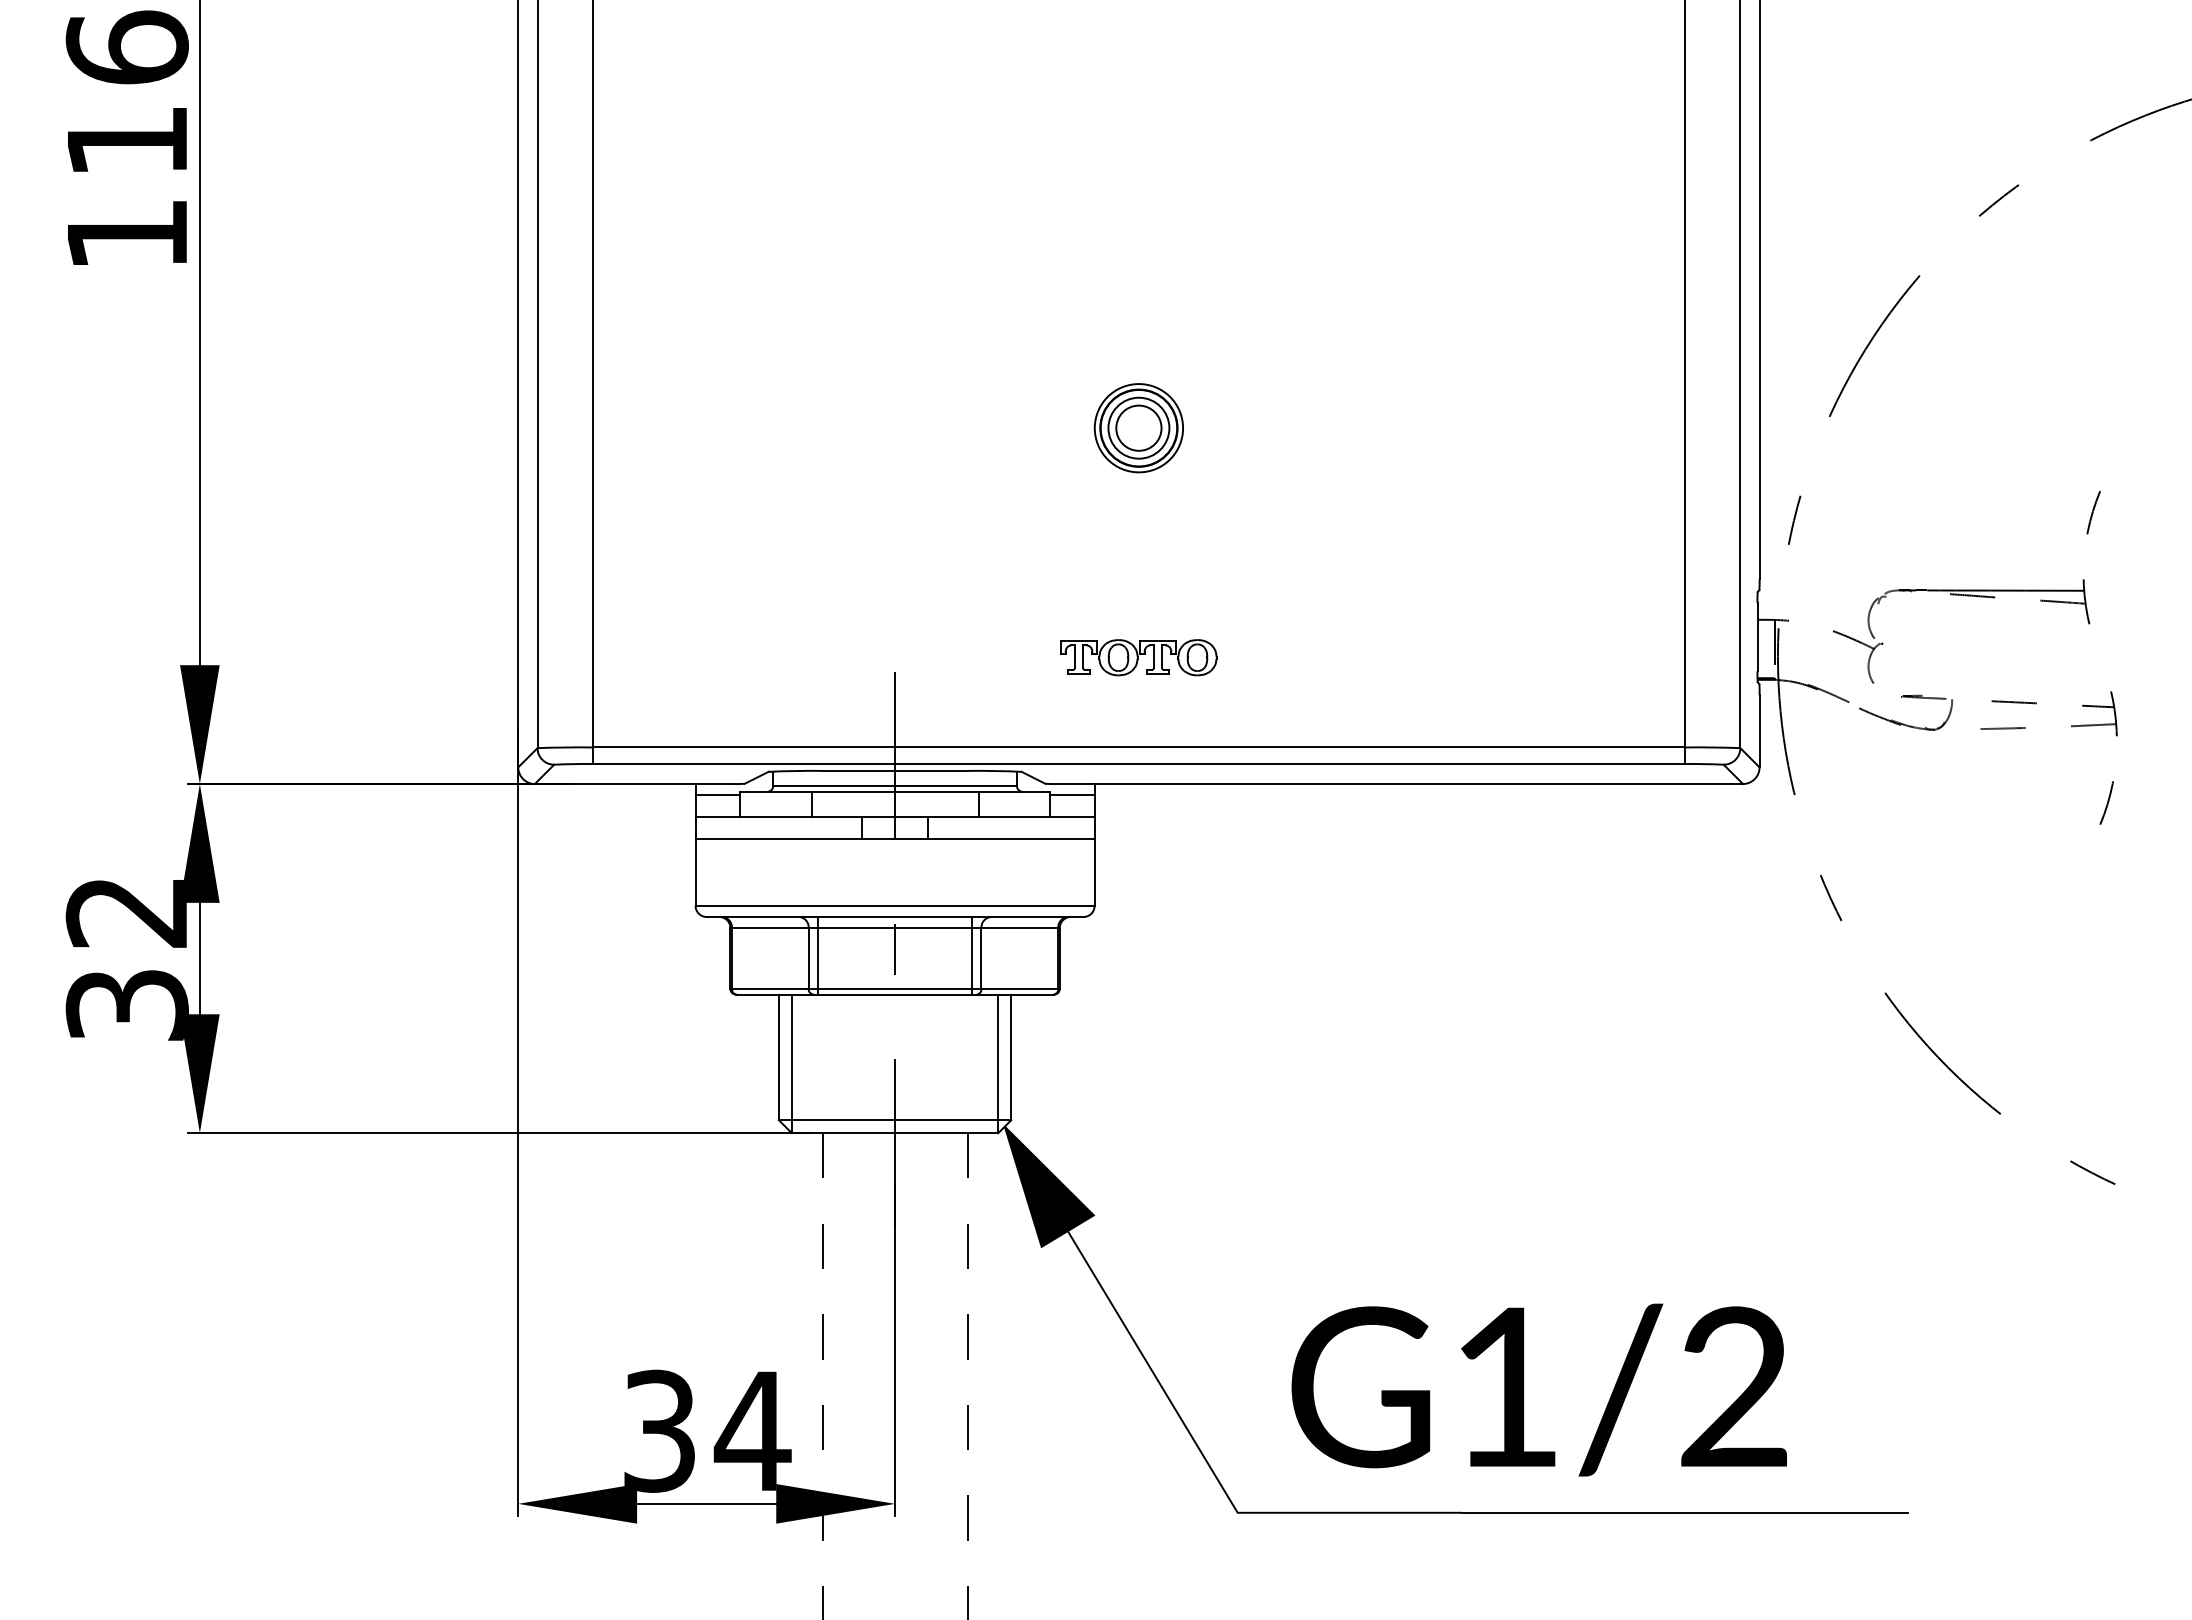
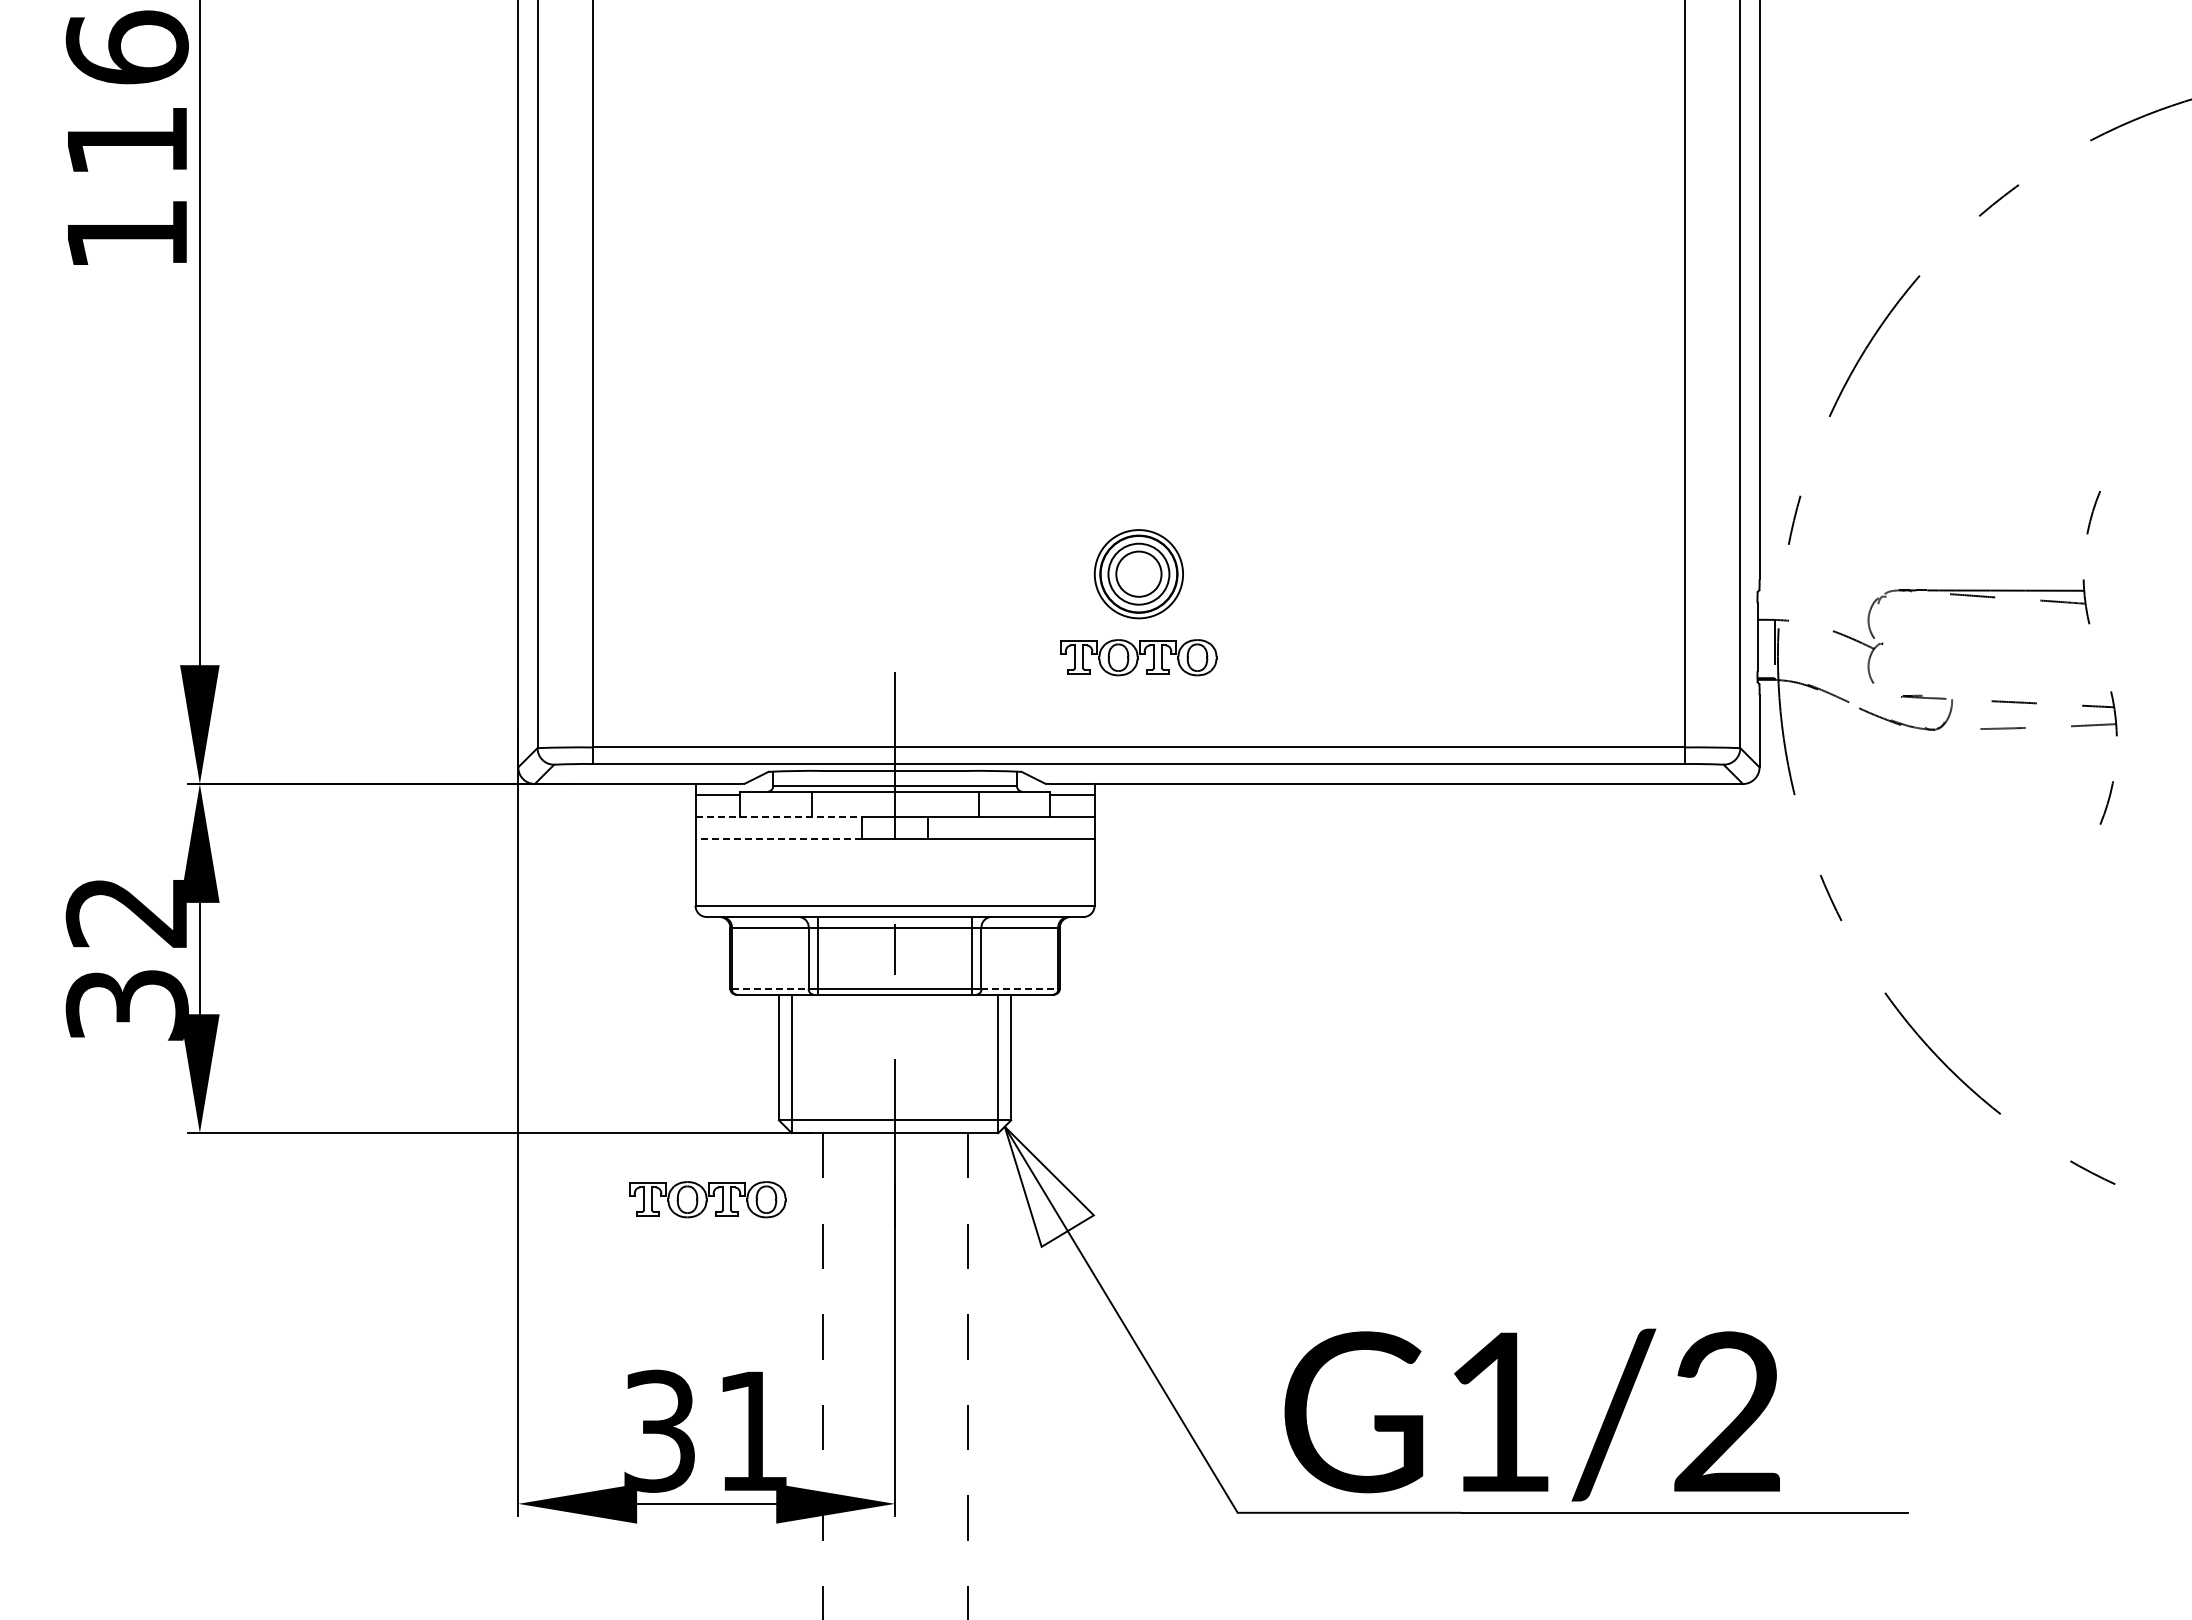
part at (1138, 428) position: (1138, 428) -> (1138, 574)
line at (779, 817): solid -> dashed
line at (778, 839): solid -> dashed
line at (770, 989): solid -> dashed
line at (1020, 989): solid -> dashed
fill at (1048, 1186): present -> none
part at (707, 1199): none -> present
text at (1538, 1389) position: (1538, 1389) -> (1531, 1414)
text at (752, 1430): 34 -> 31
